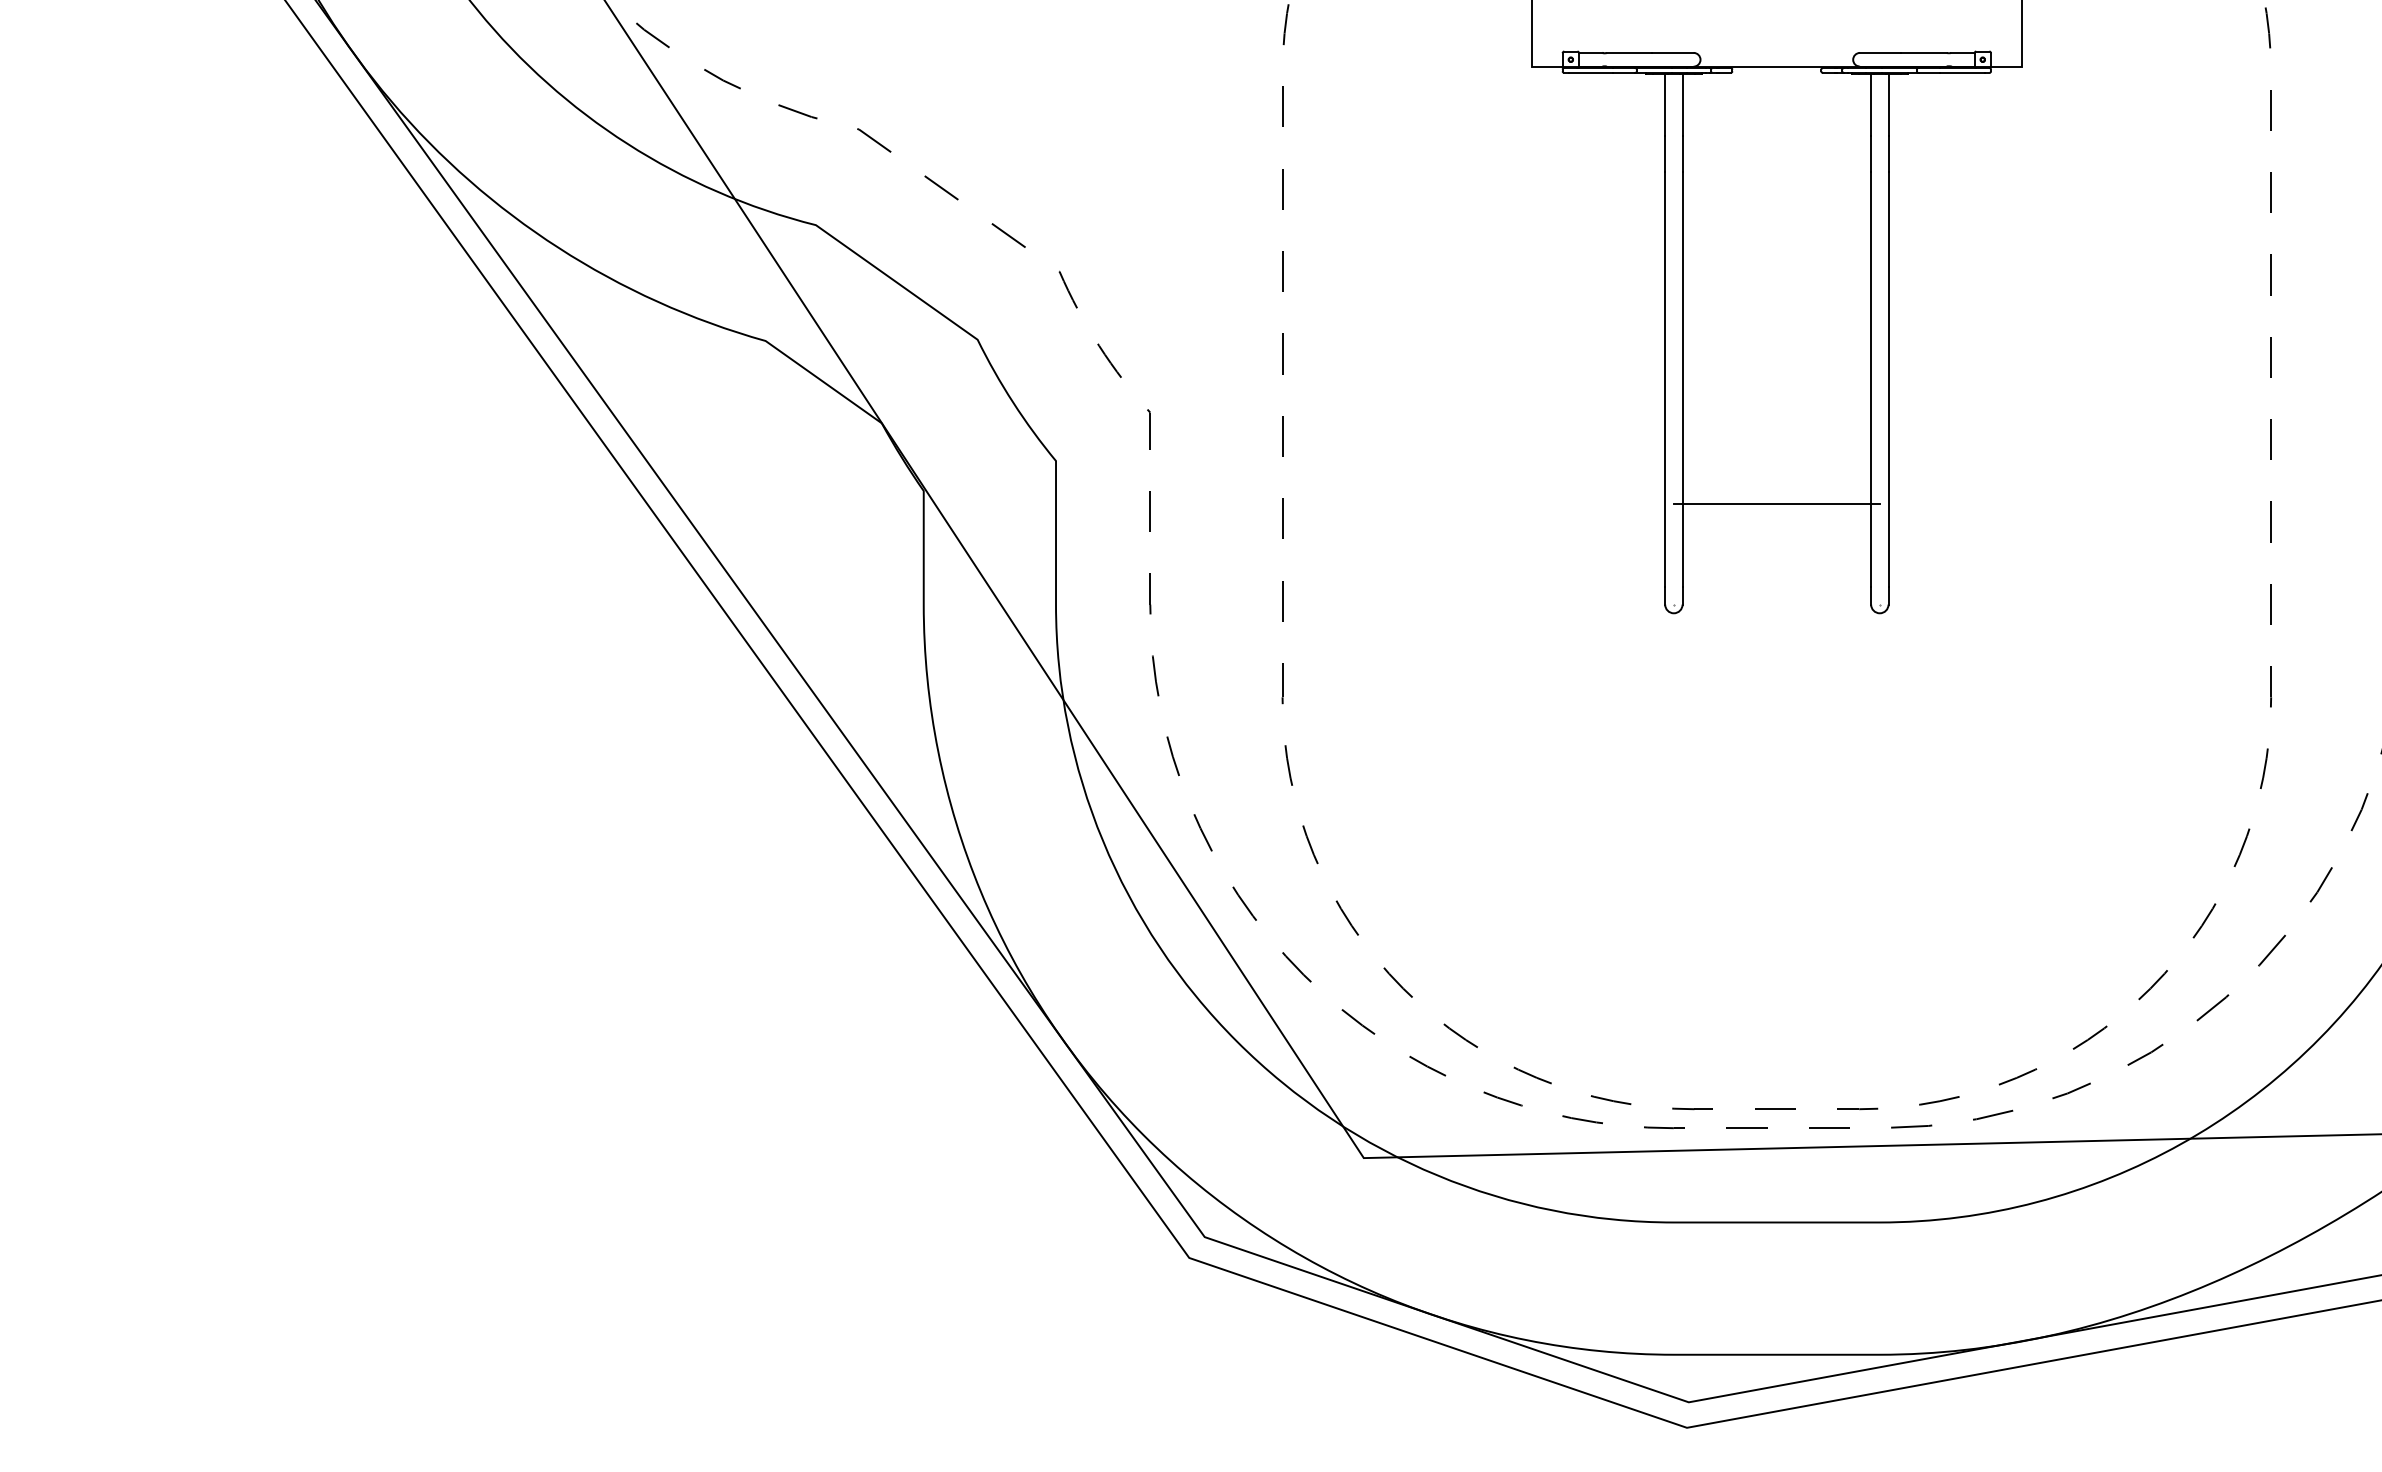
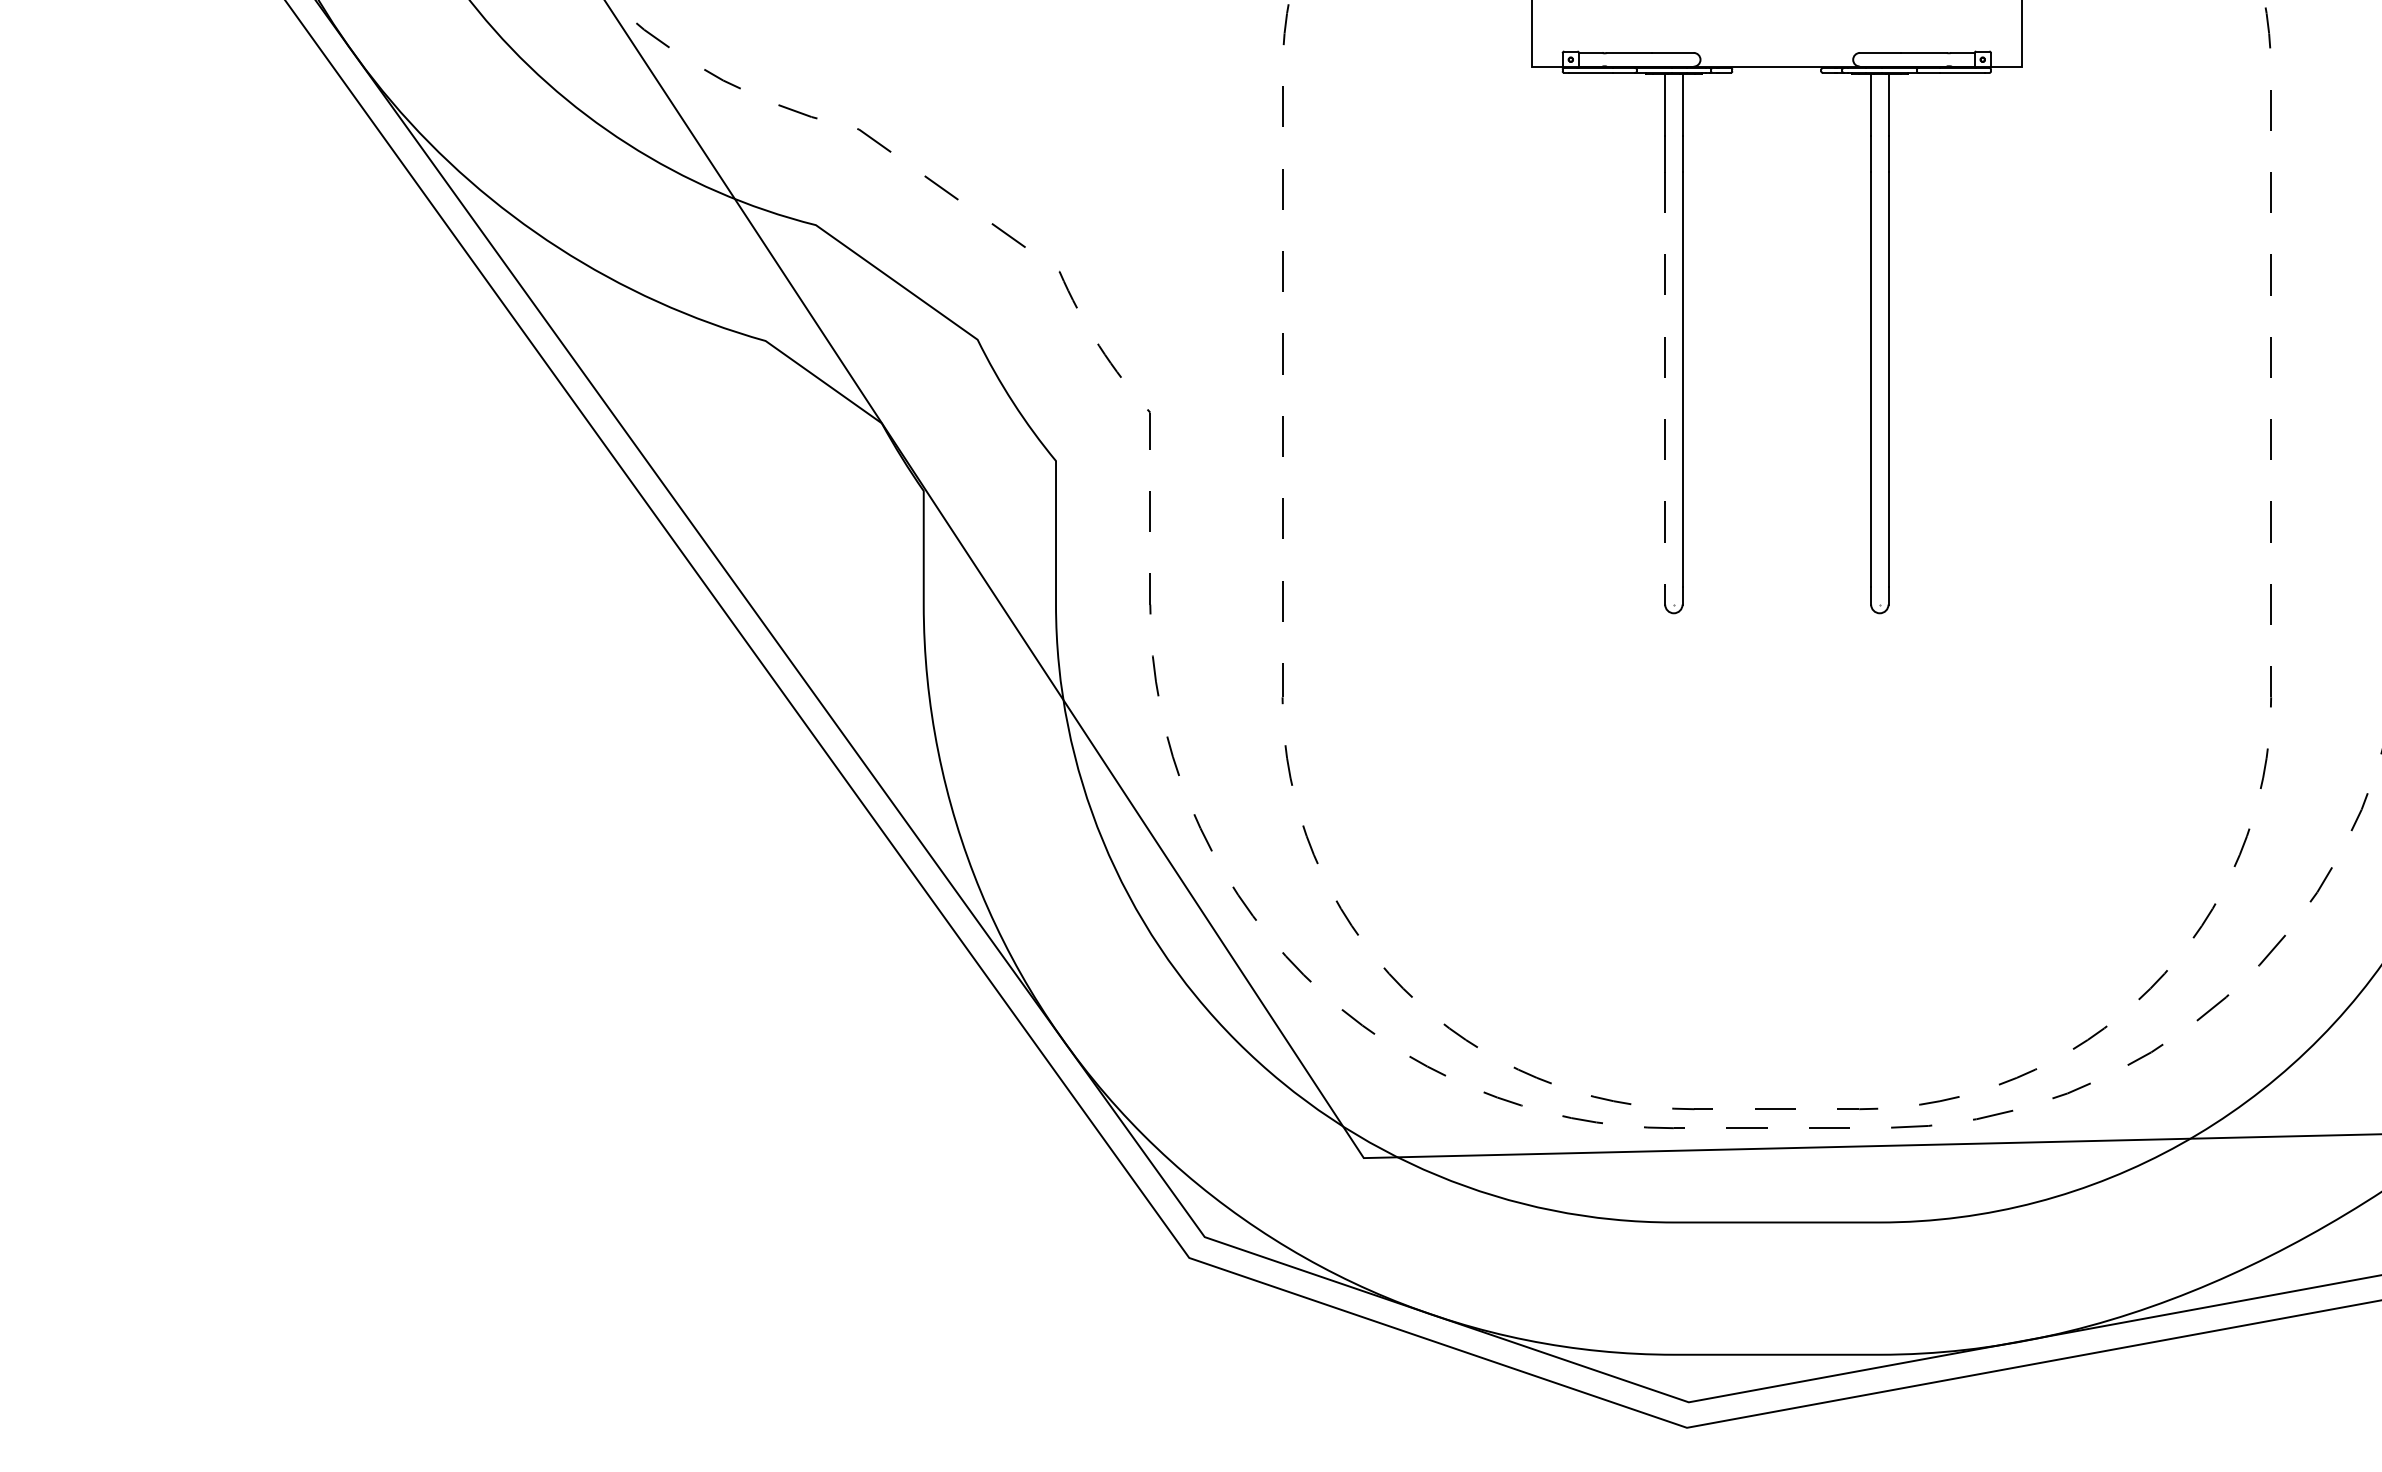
line at (1665, 379): solid -> dashed
line at (1776, 504): present -> none
